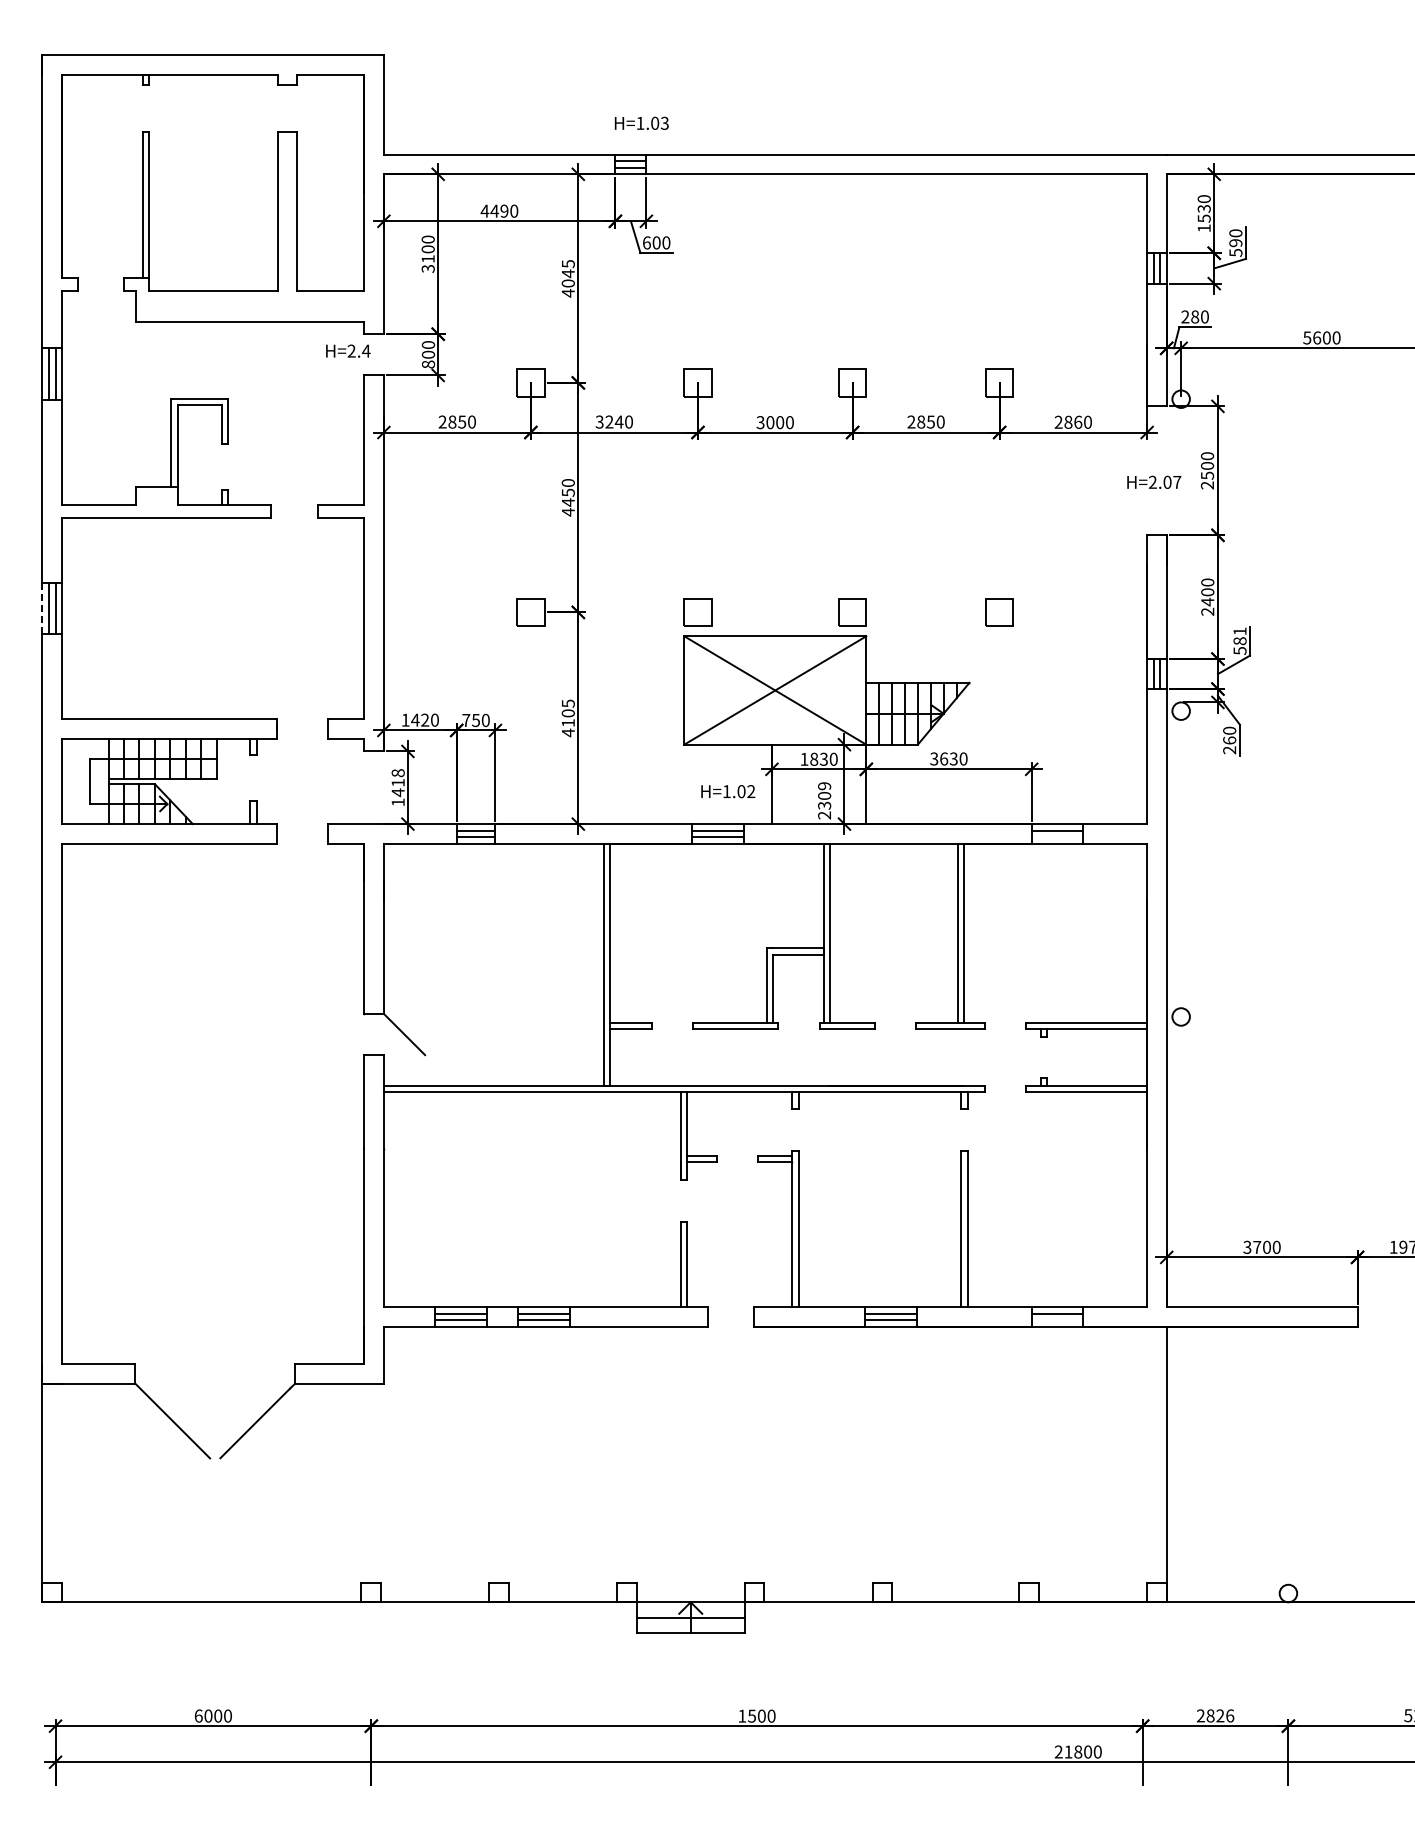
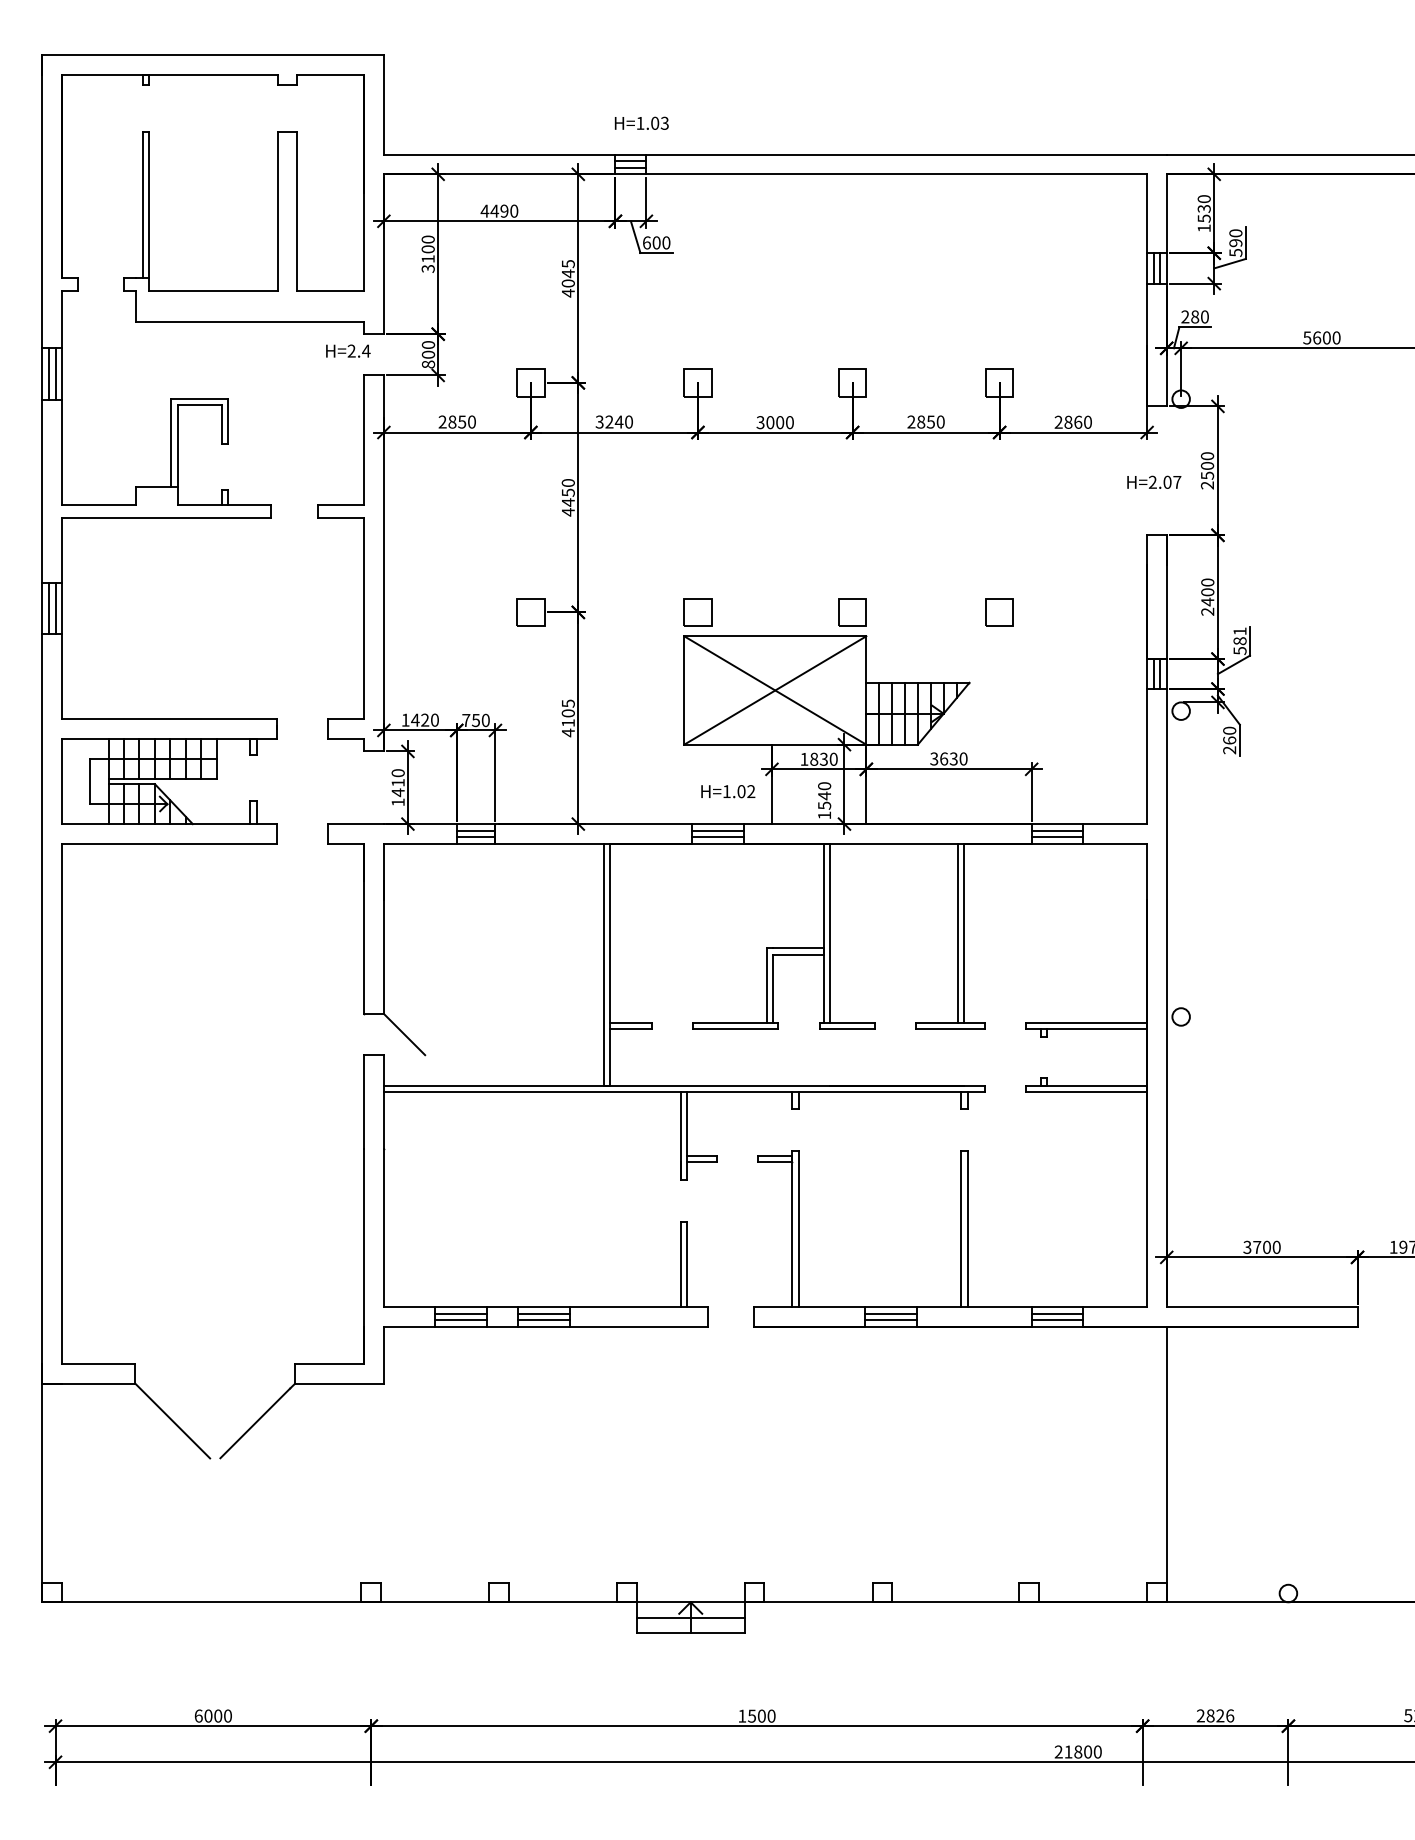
line at (42, 608): dashed -> solid
text at (398, 773): 1418 -> 1410
text at (824, 800): 2309 -> 1540
line at (1057, 837): none -> present
line at (1057, 1320): none -> present
